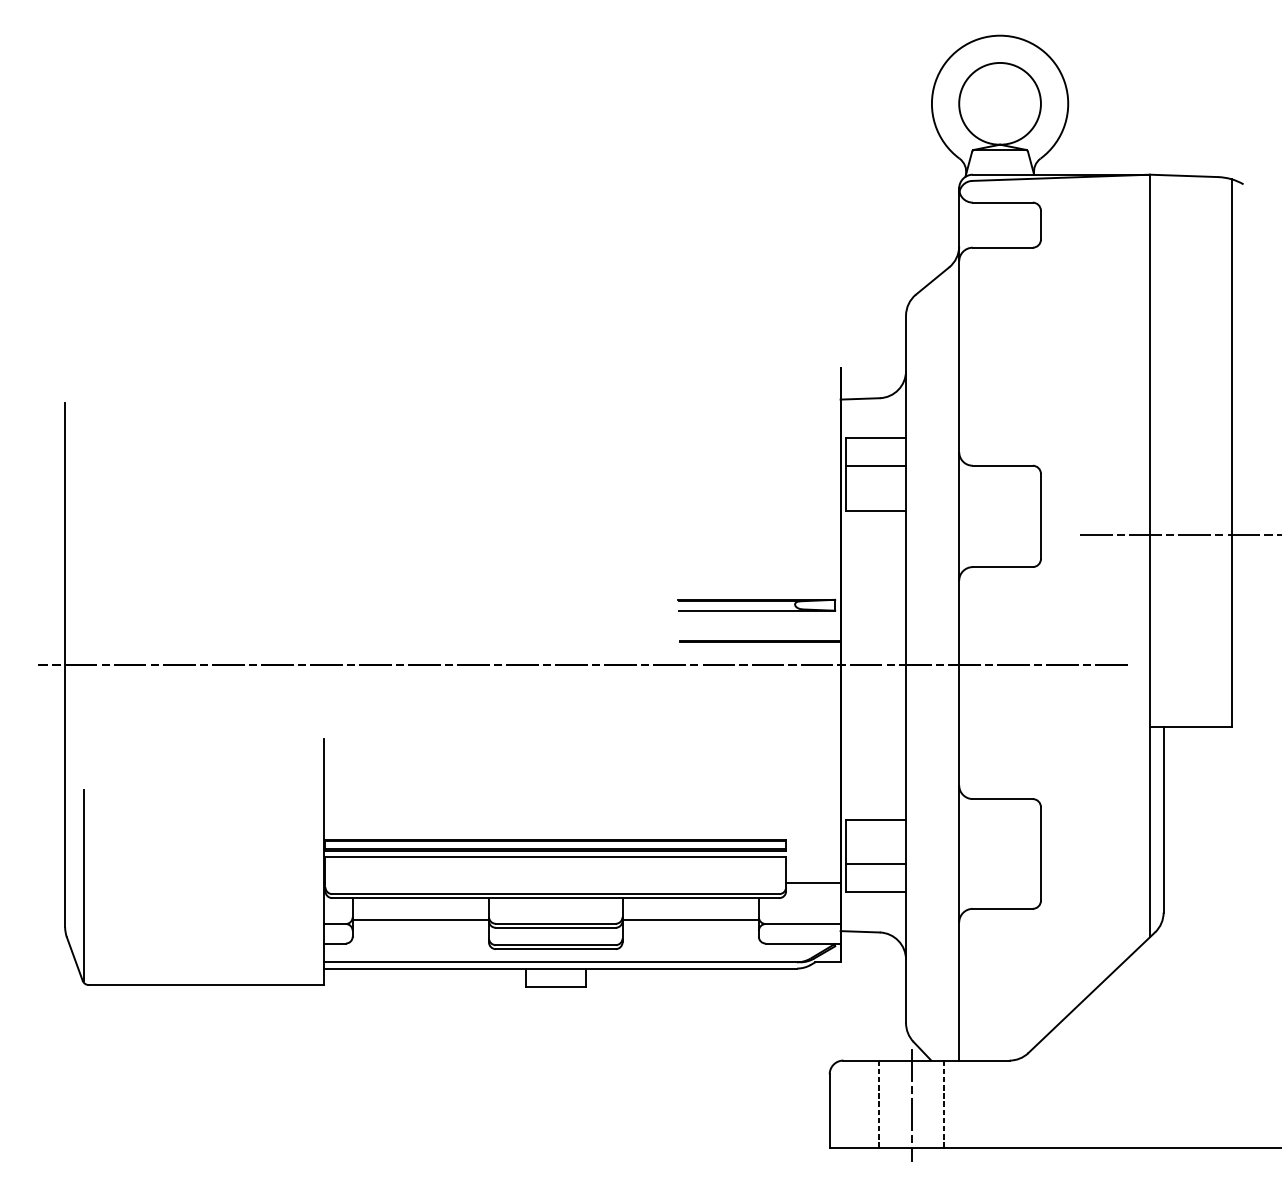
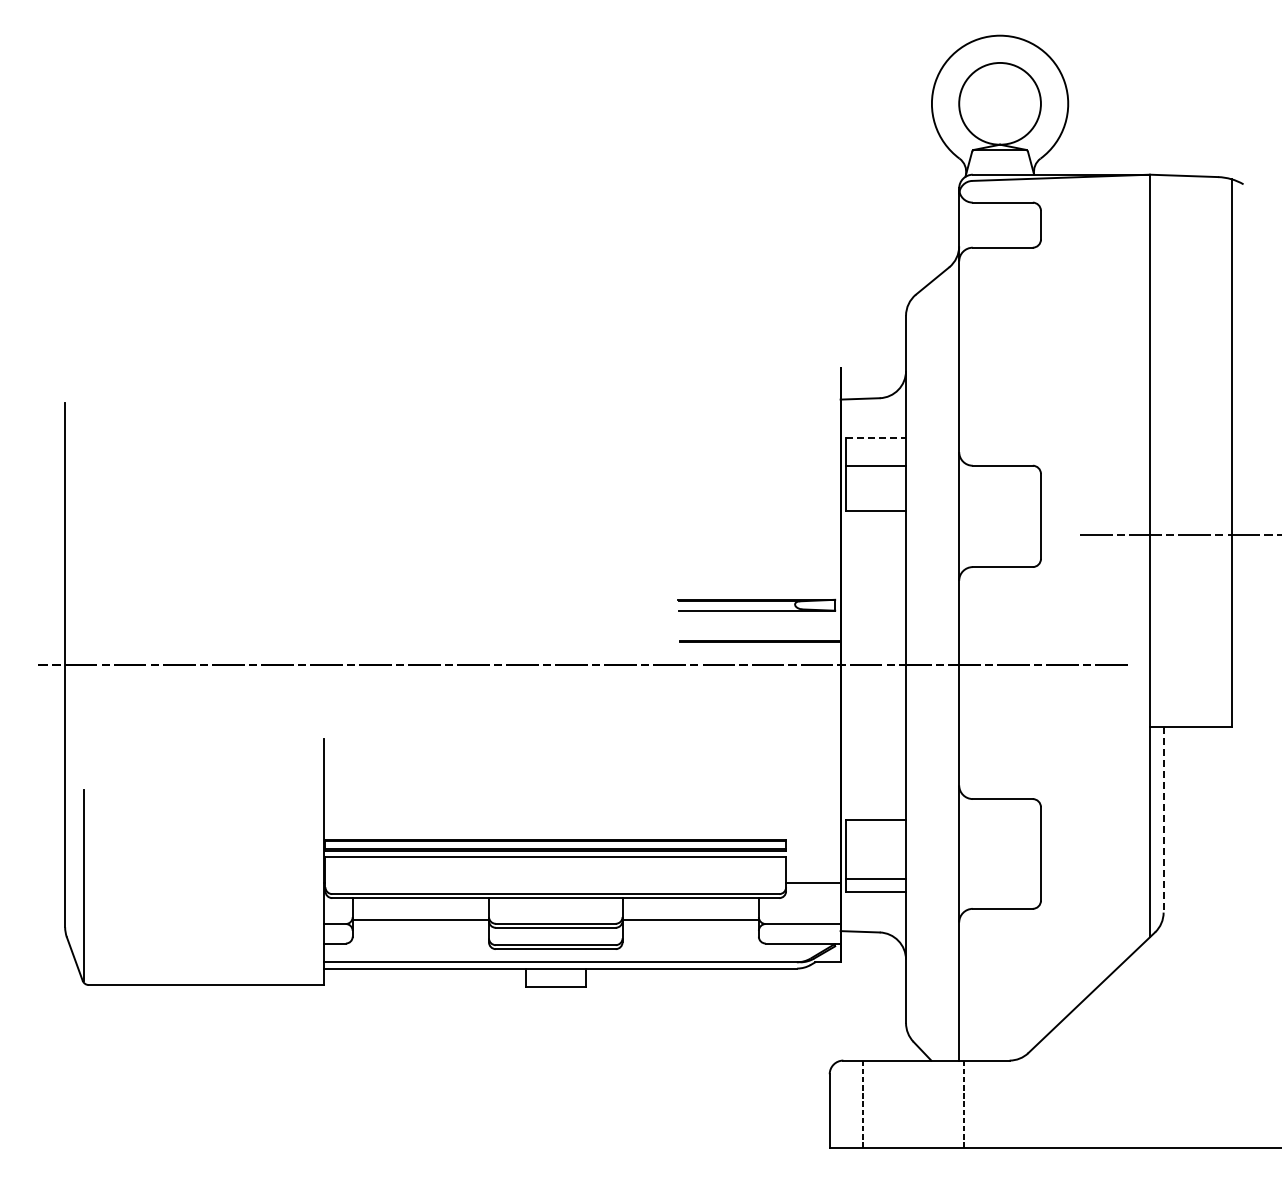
line at (876, 438): solid -> dashed
line at (1163, 819): solid -> dashed
line at (876, 864) position: (876, 864) -> (876, 879)
line at (878, 1103) position: (878, 1103) -> (862, 1103)
line at (944, 1103) position: (944, 1103) -> (964, 1103)
line at (911, 1105): present -> none
